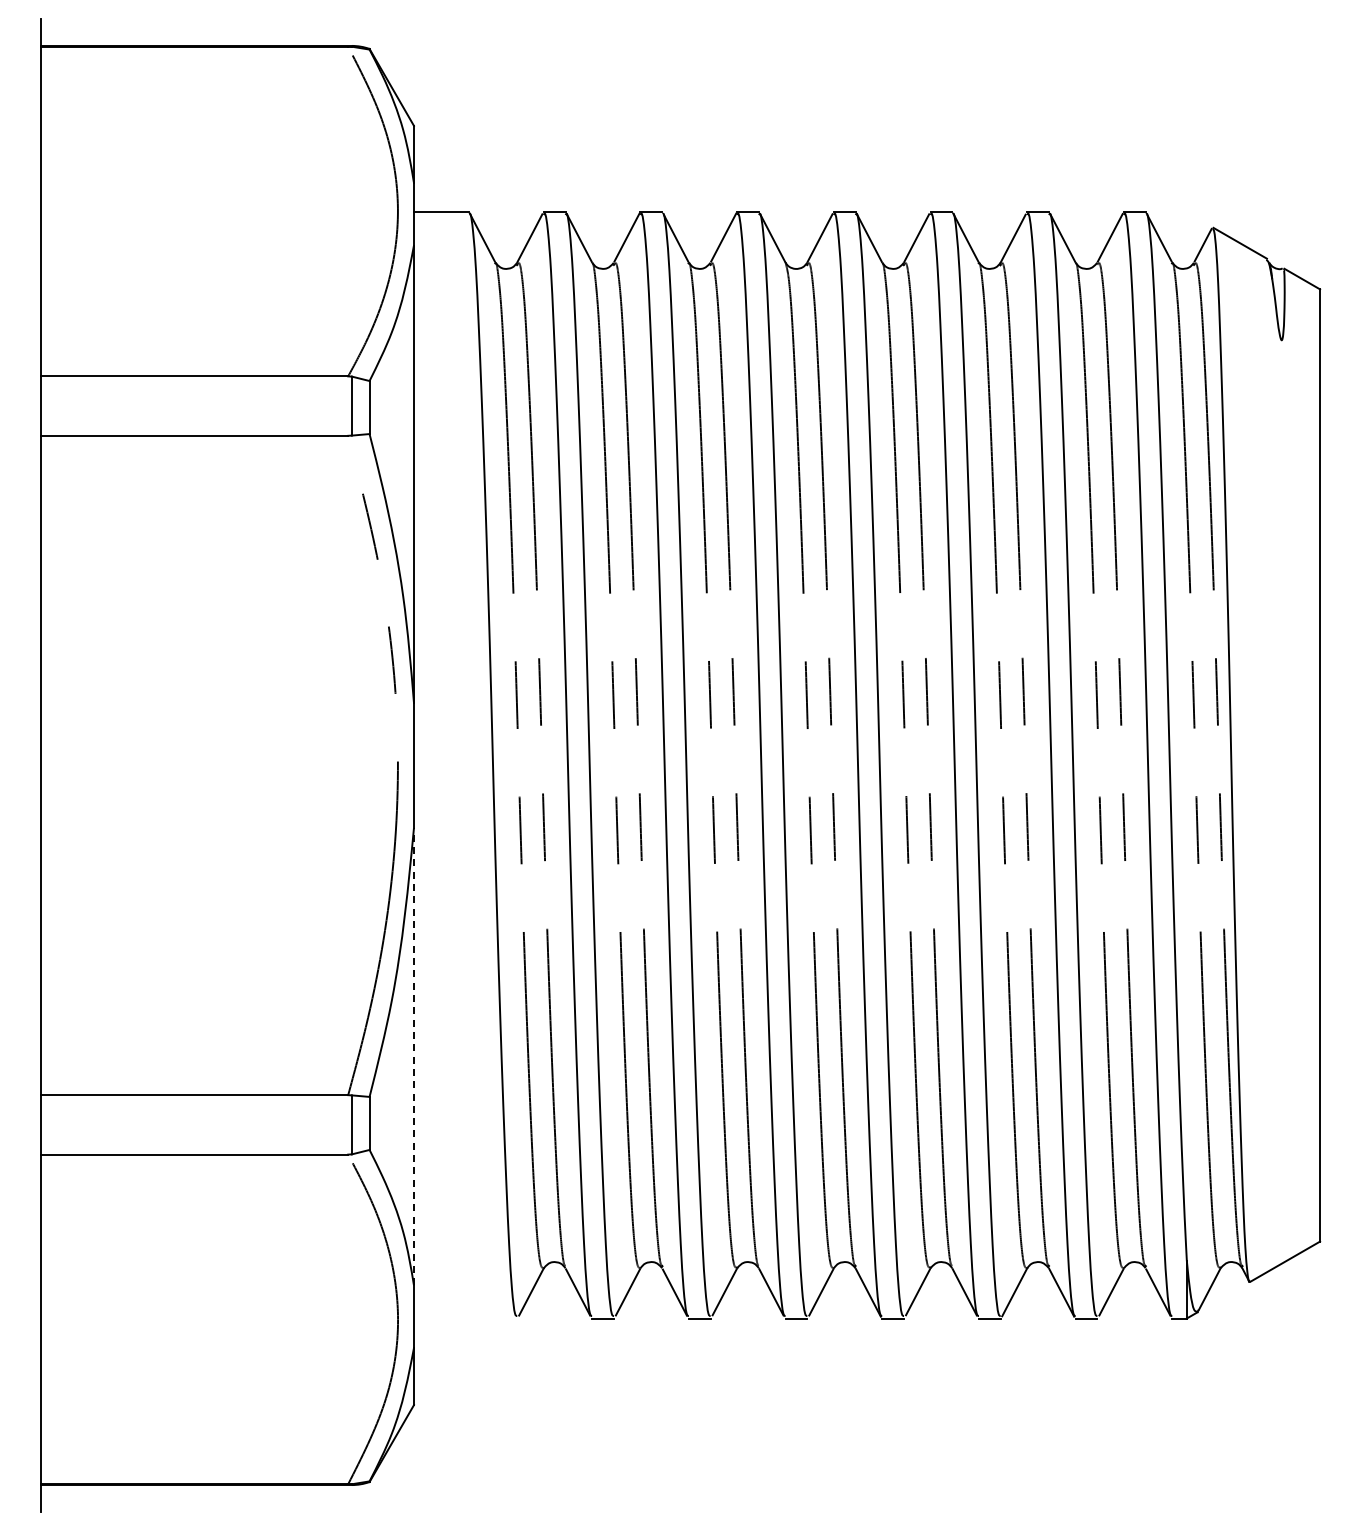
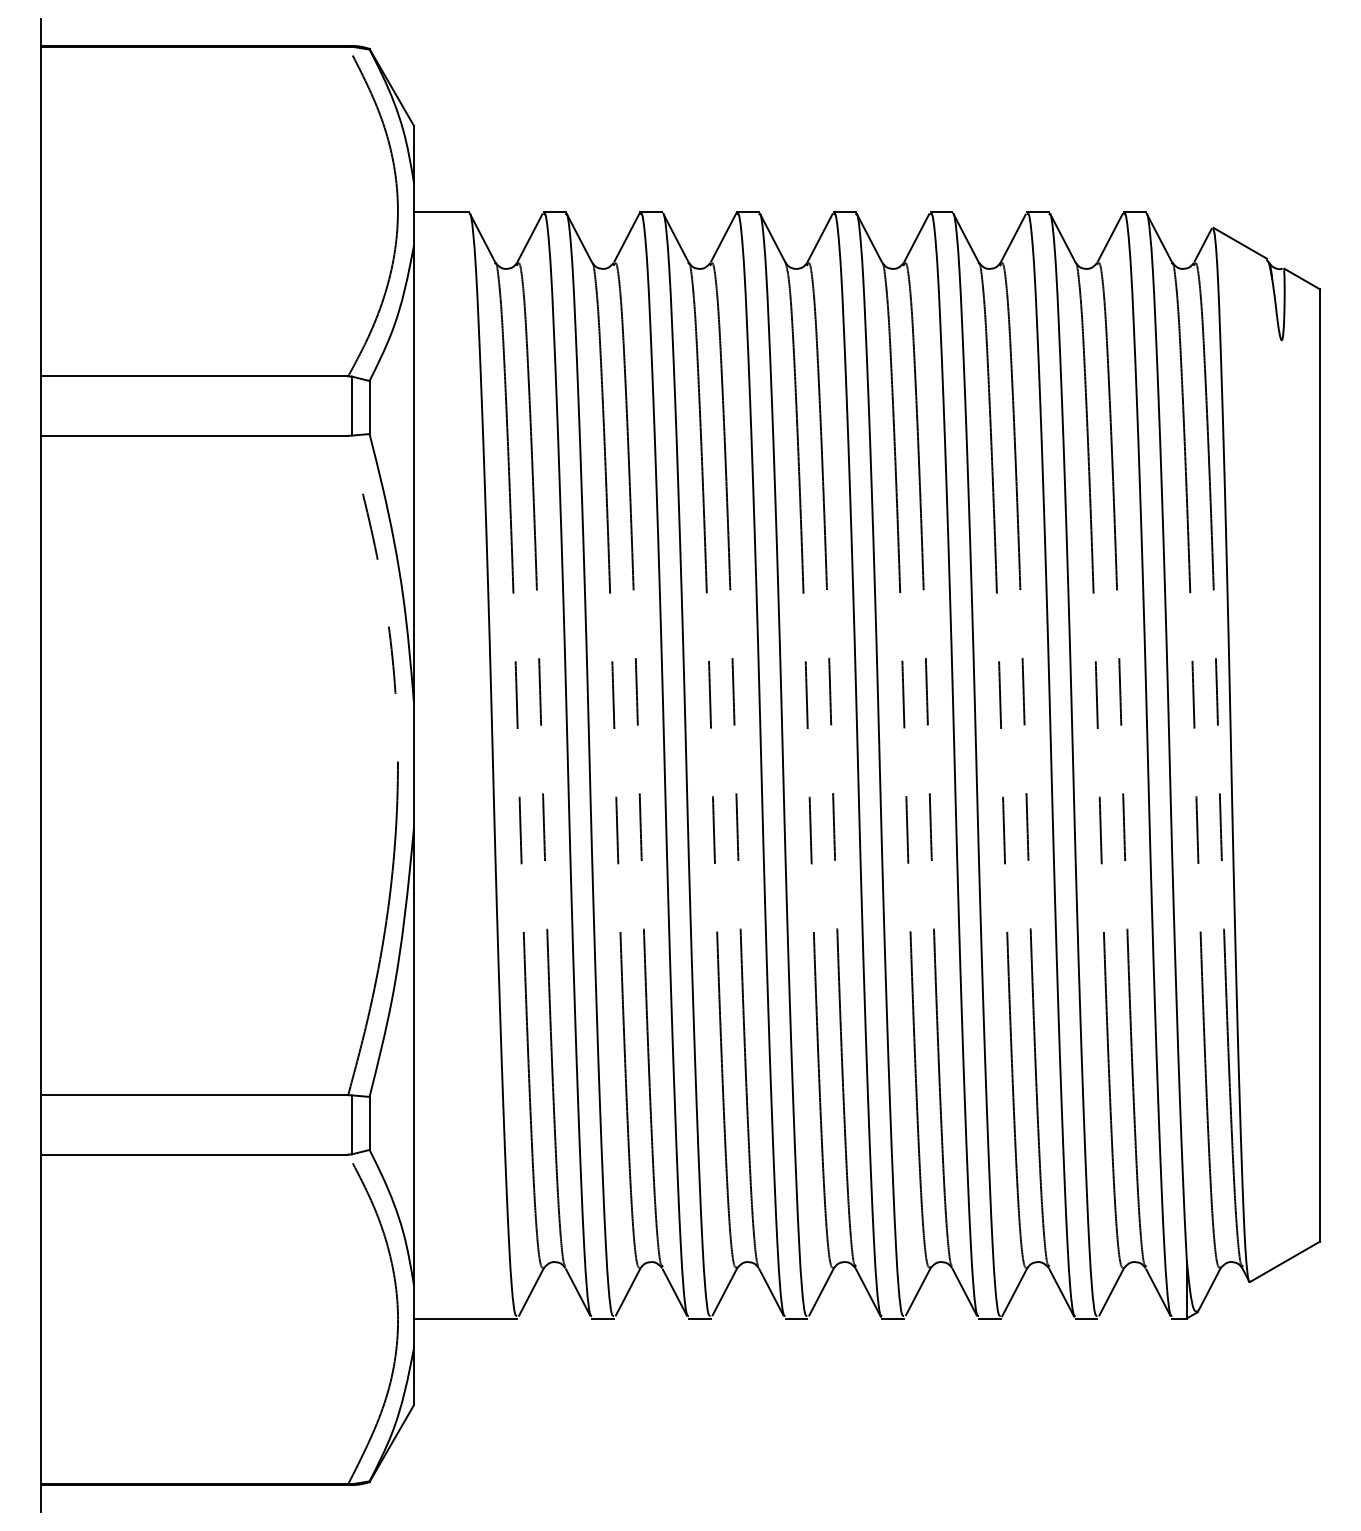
line at (413, 1056): dashed -> solid
line at (465, 1318): none -> present
